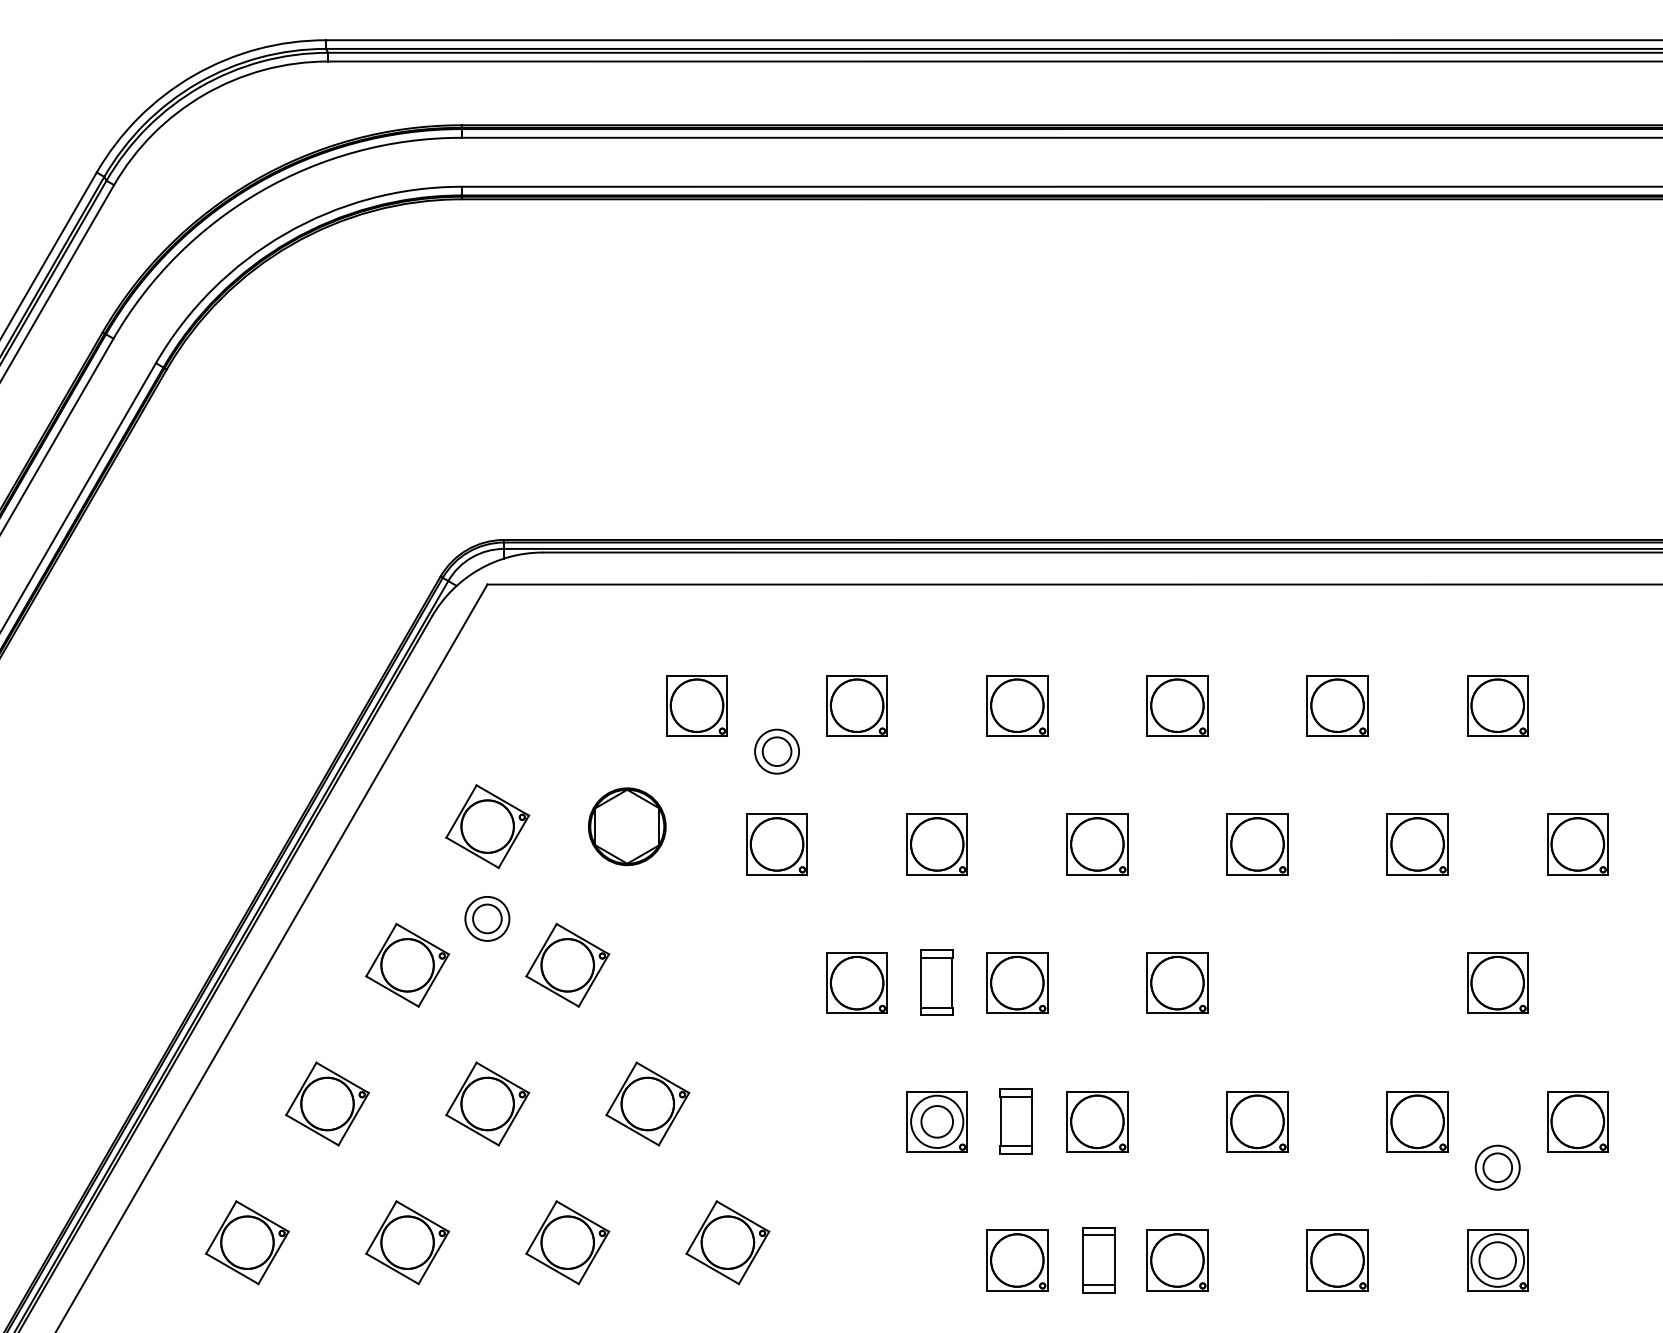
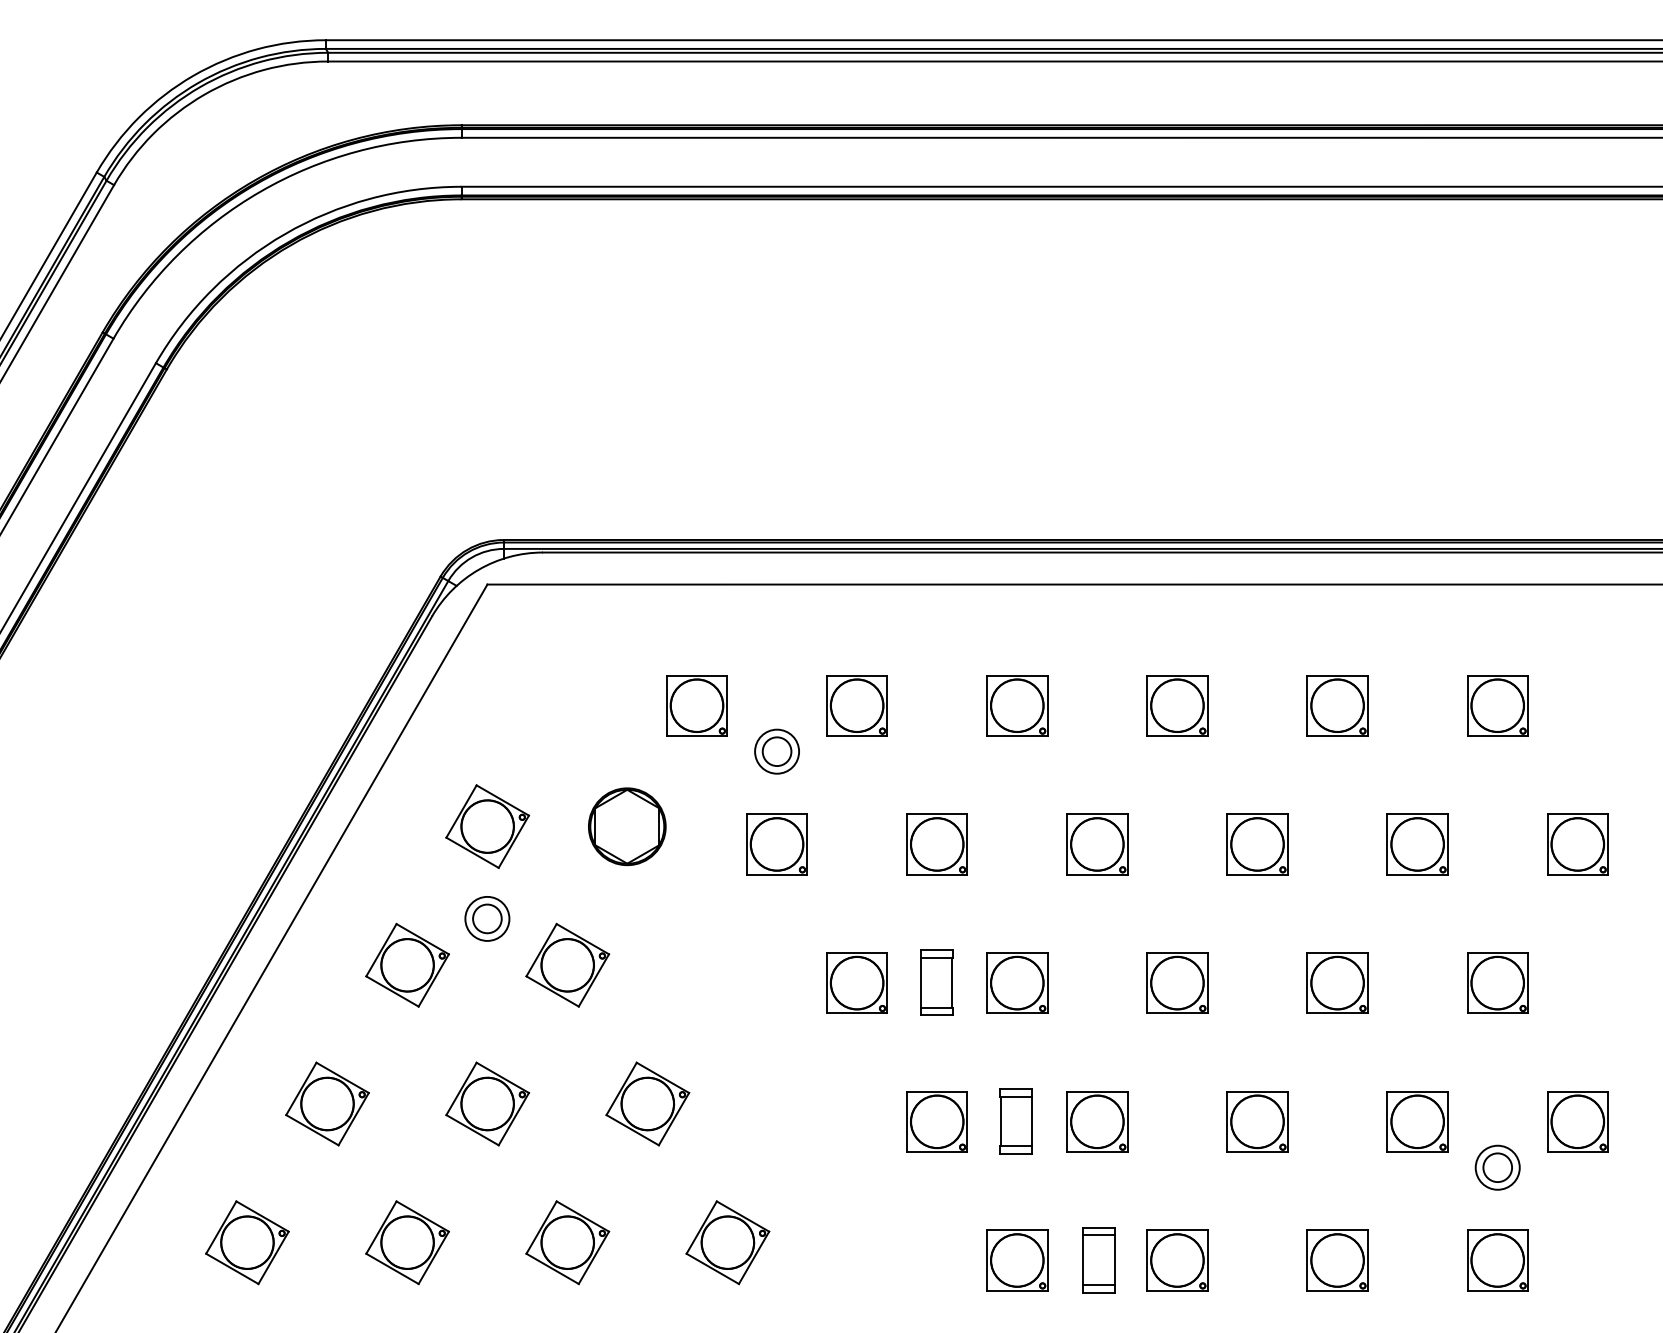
part at (1337, 982): none -> present
circle at (937, 1121) diameter: 32 px -> 53 px
circle at (1497, 1260) diameter: 37 px -> 52 px
